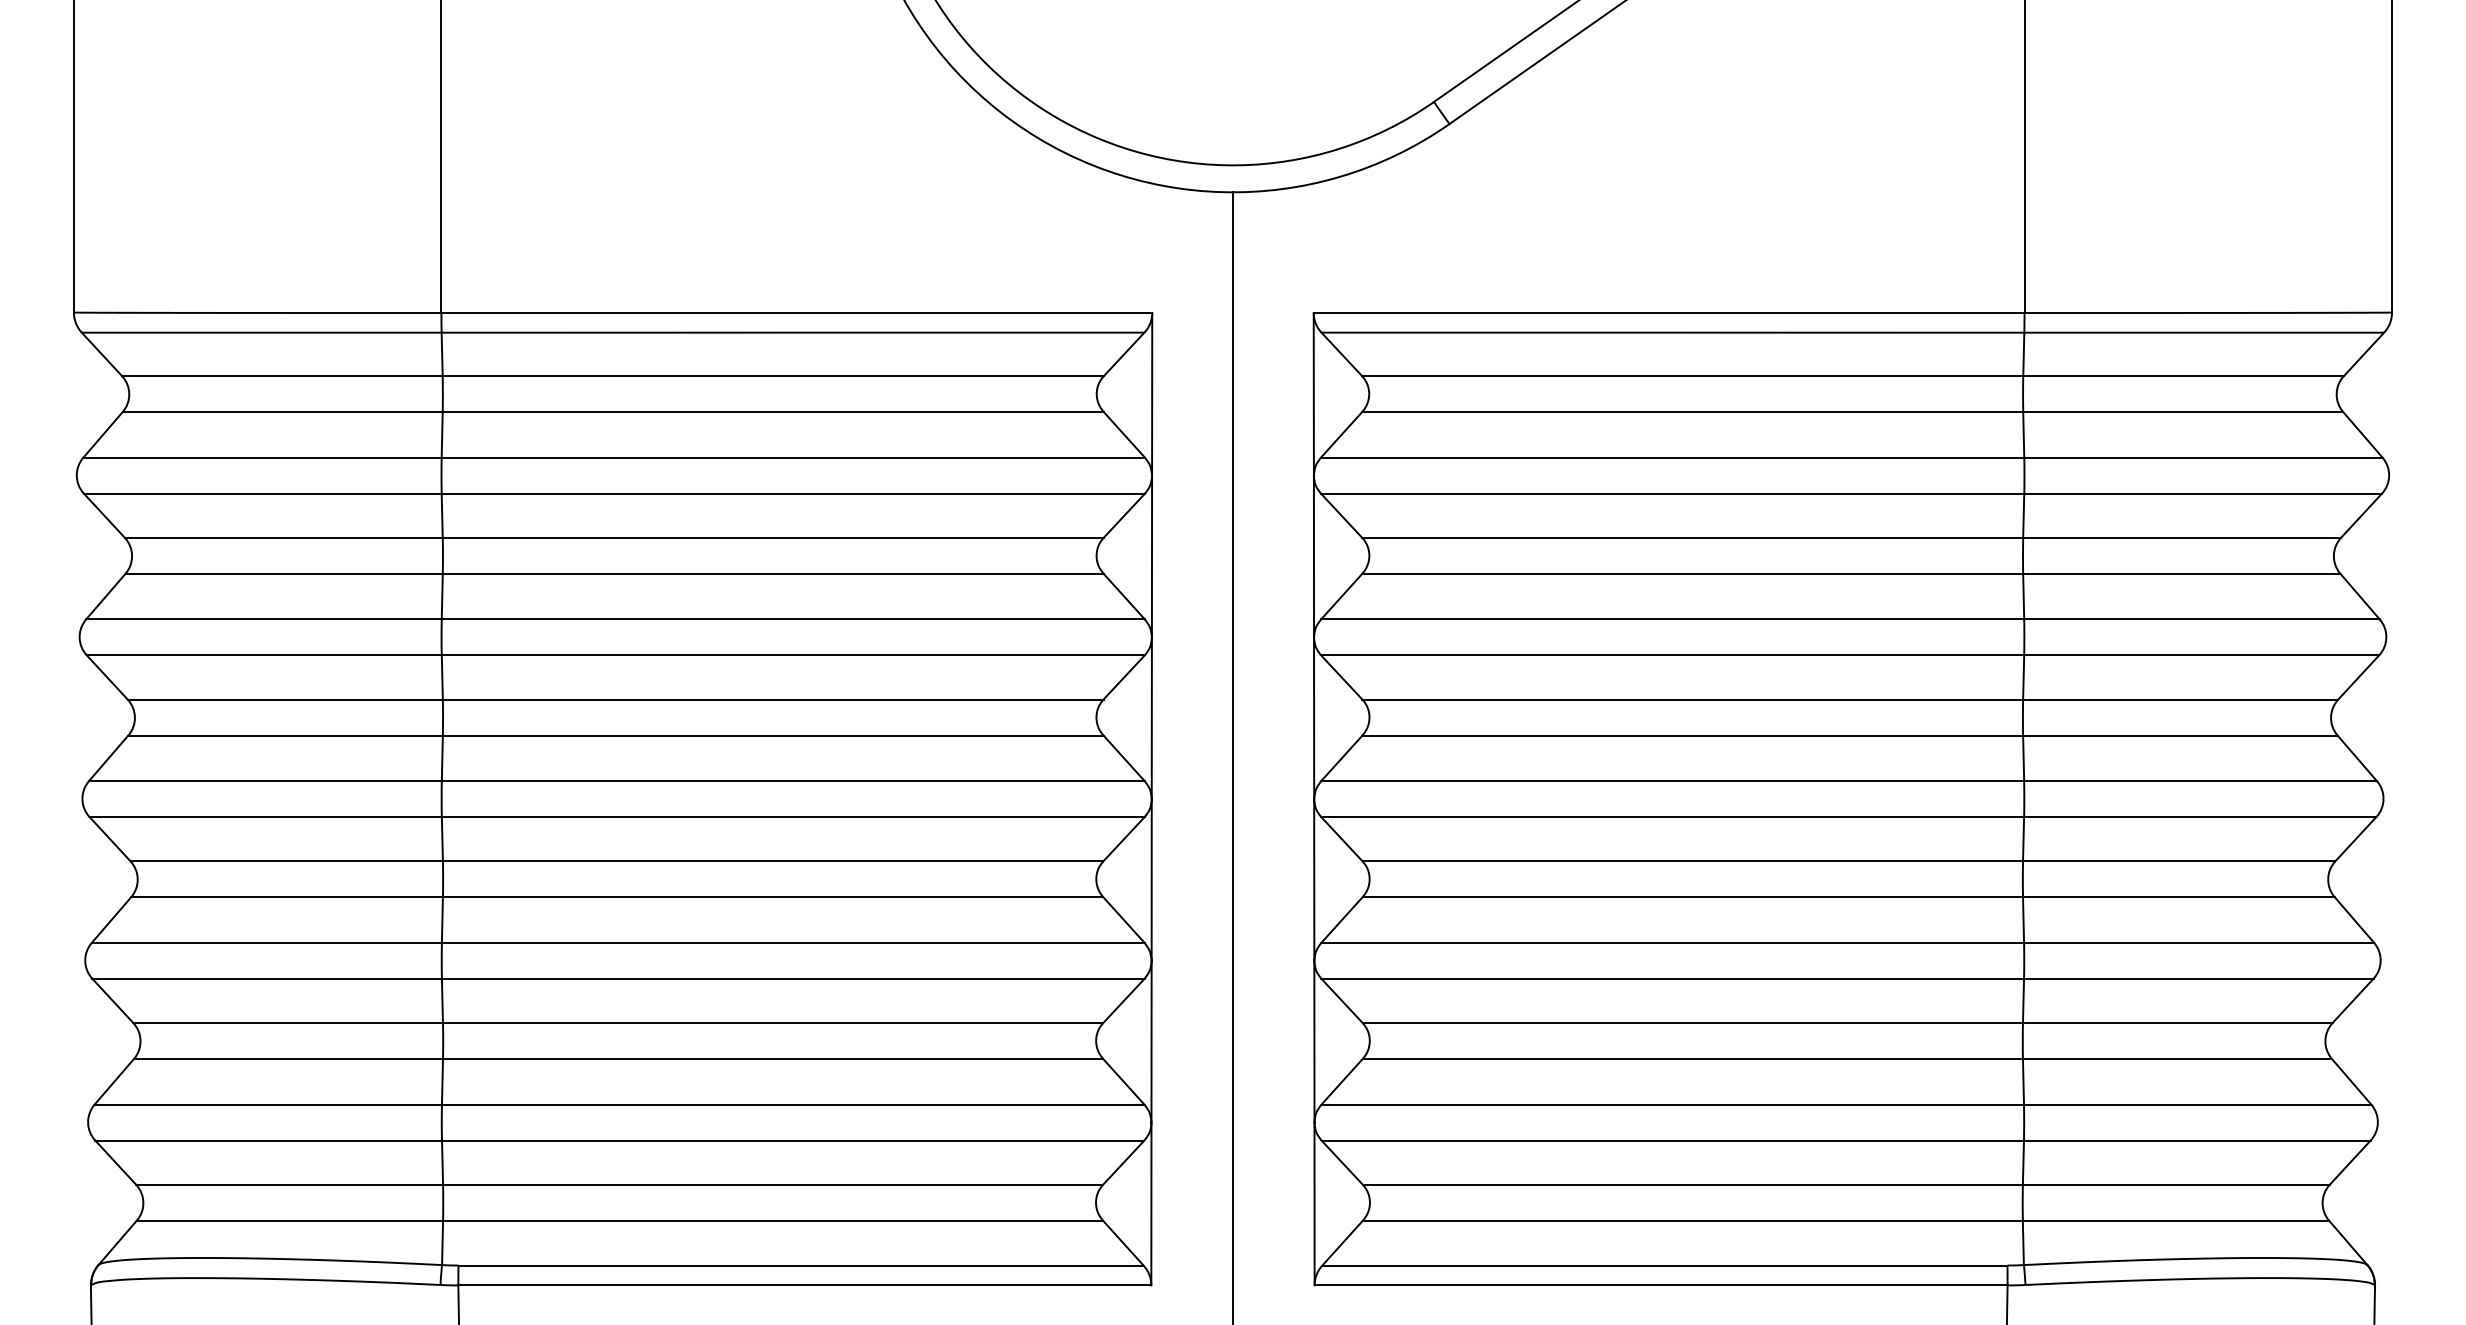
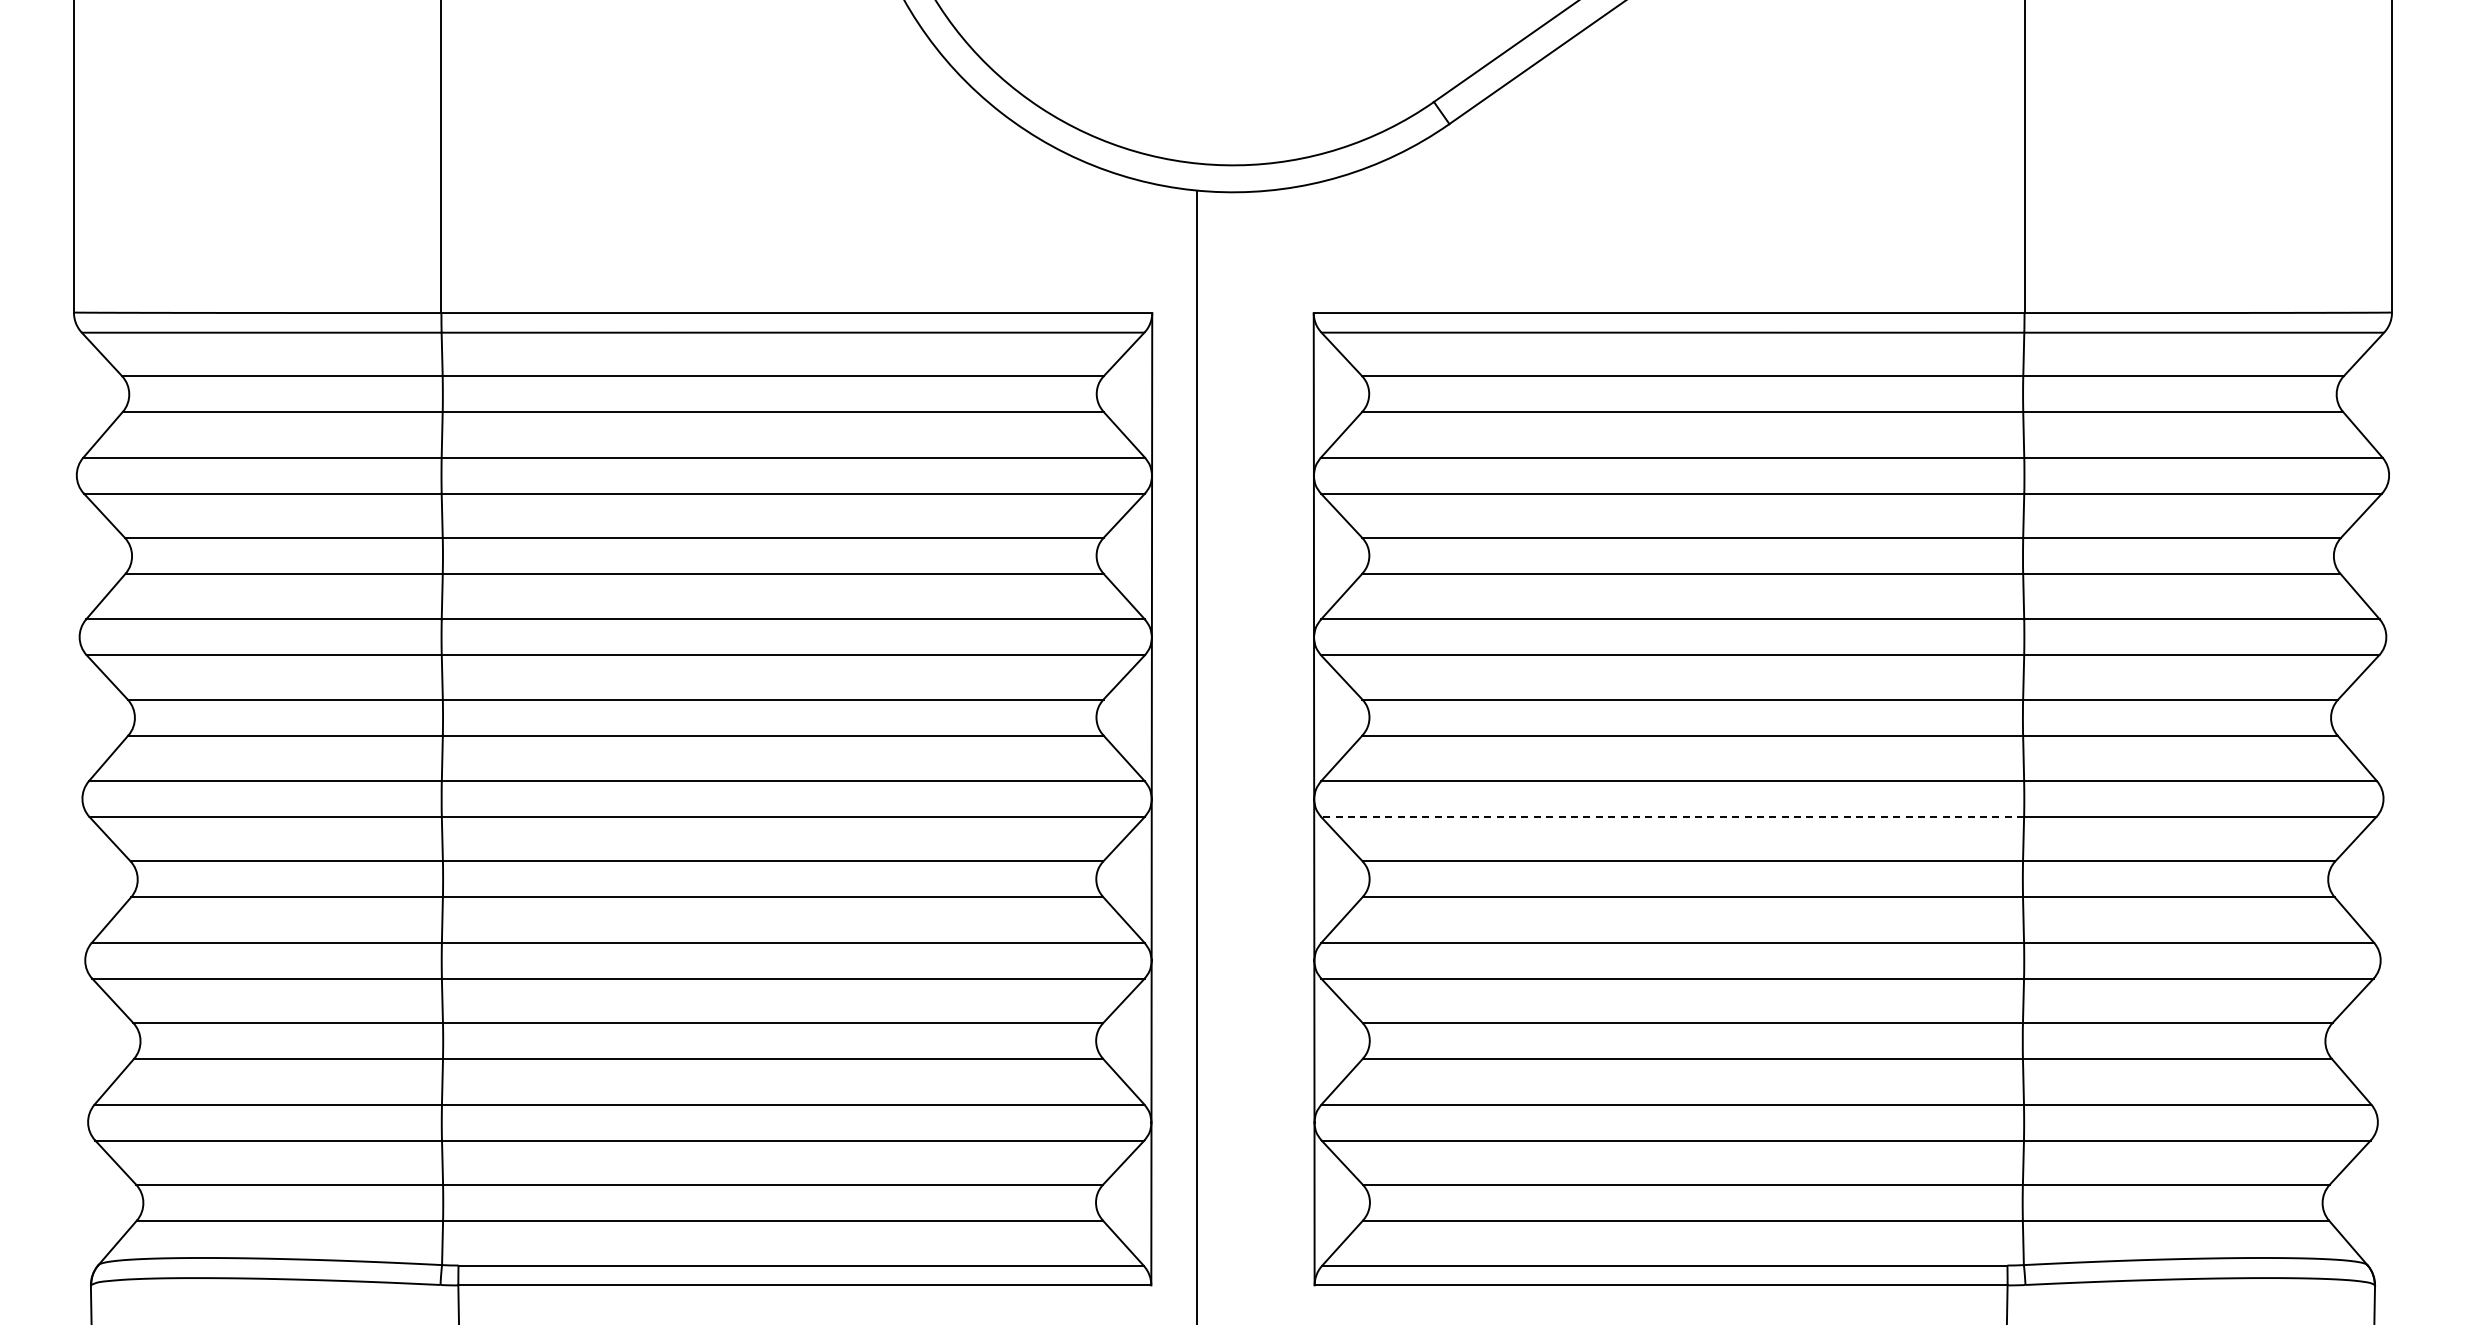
line at (1233, 756) position: (1233, 756) -> (1197, 756)
line at (1672, 817): solid -> dashed
